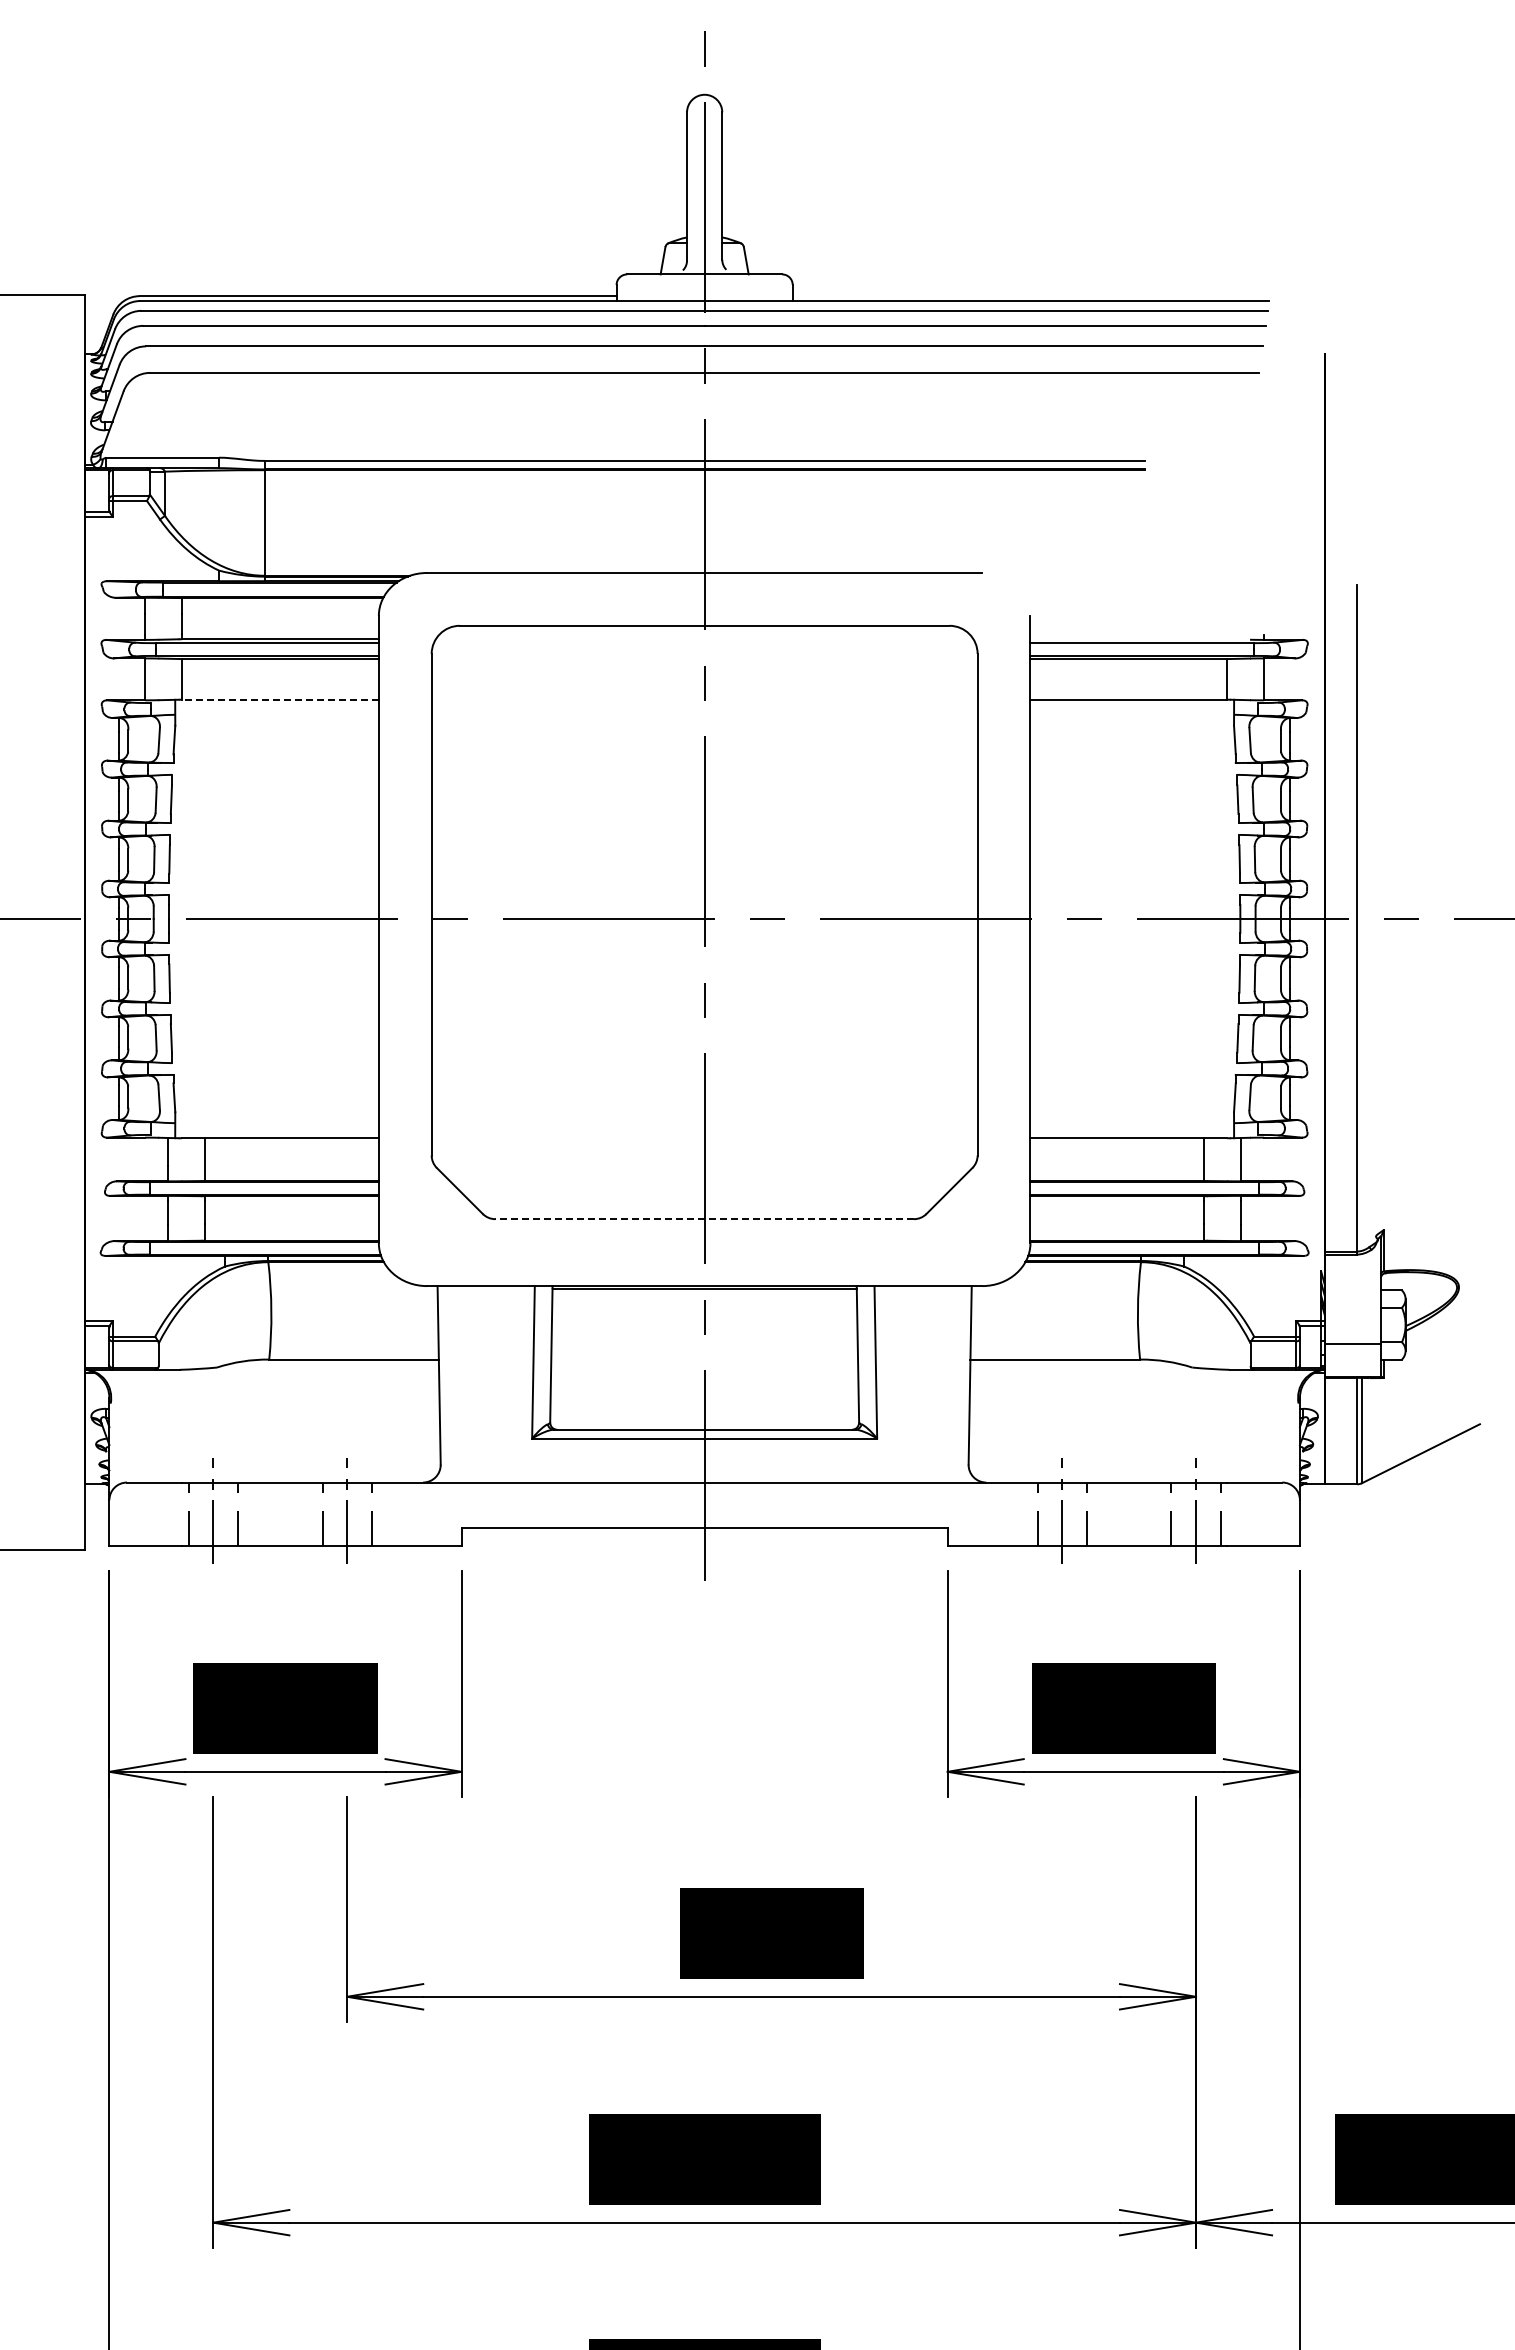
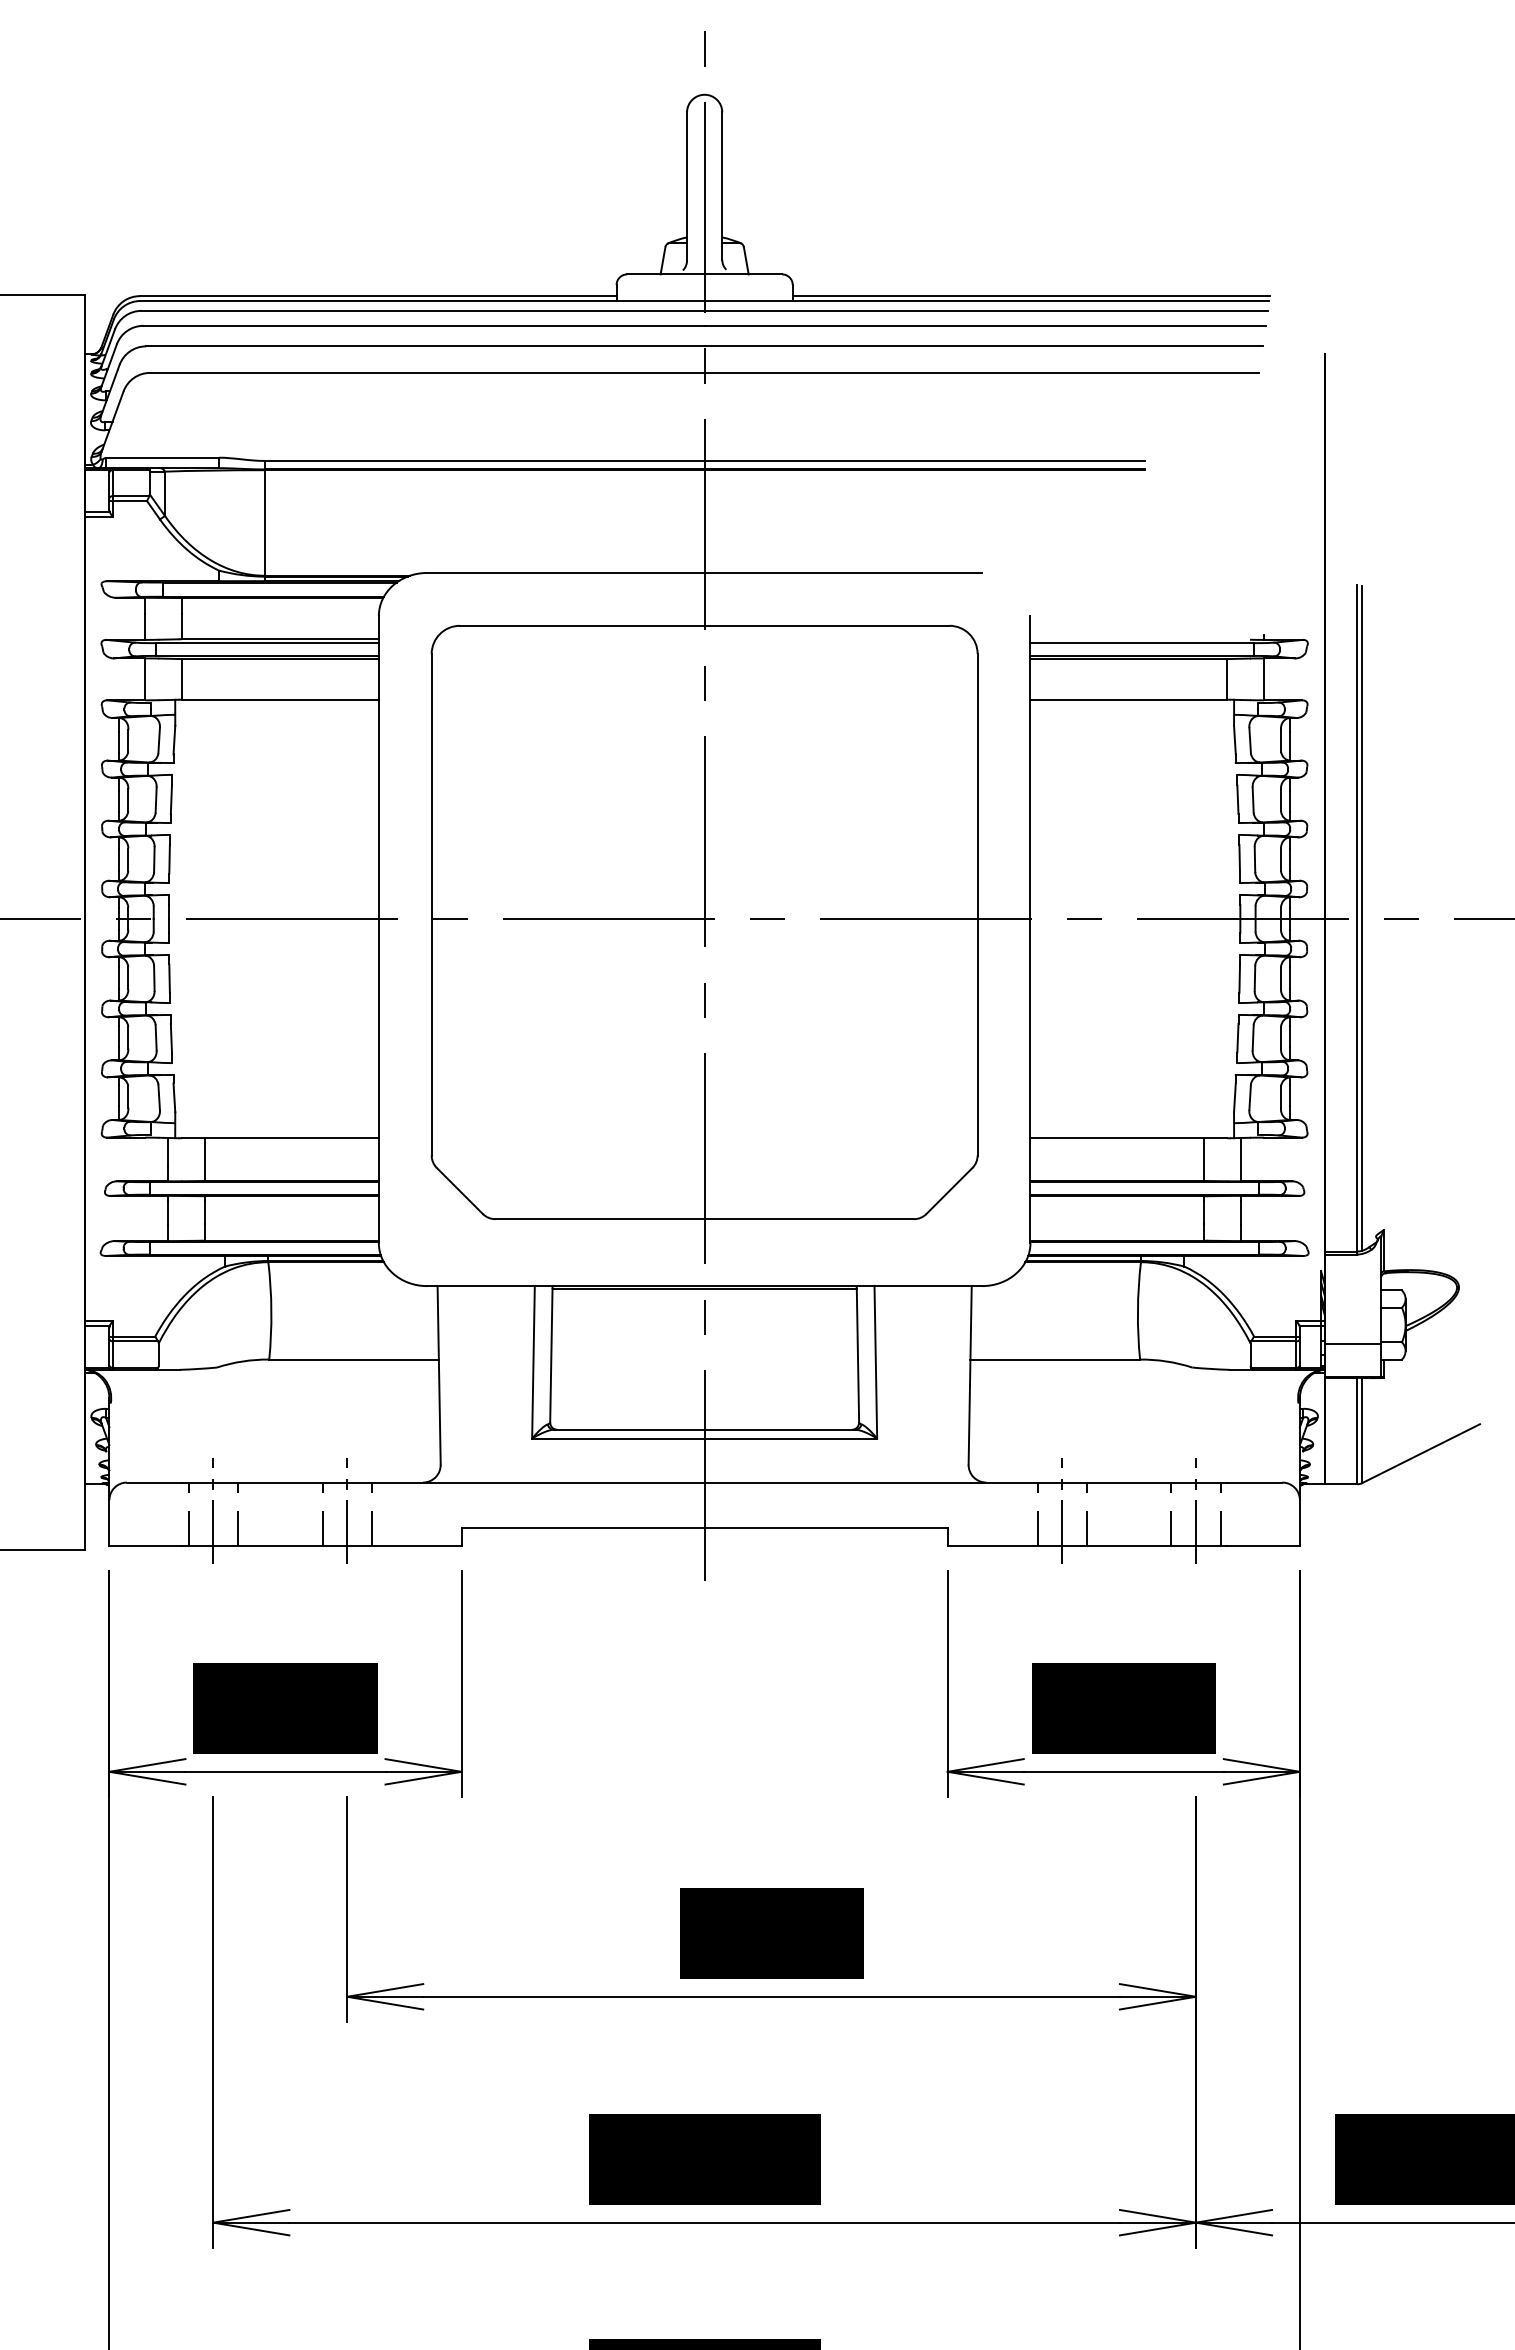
line at (1030, 296): none -> present
line at (279, 699): dashed -> solid
line at (1362, 918): none -> present
line at (704, 1219): dashed -> solid
